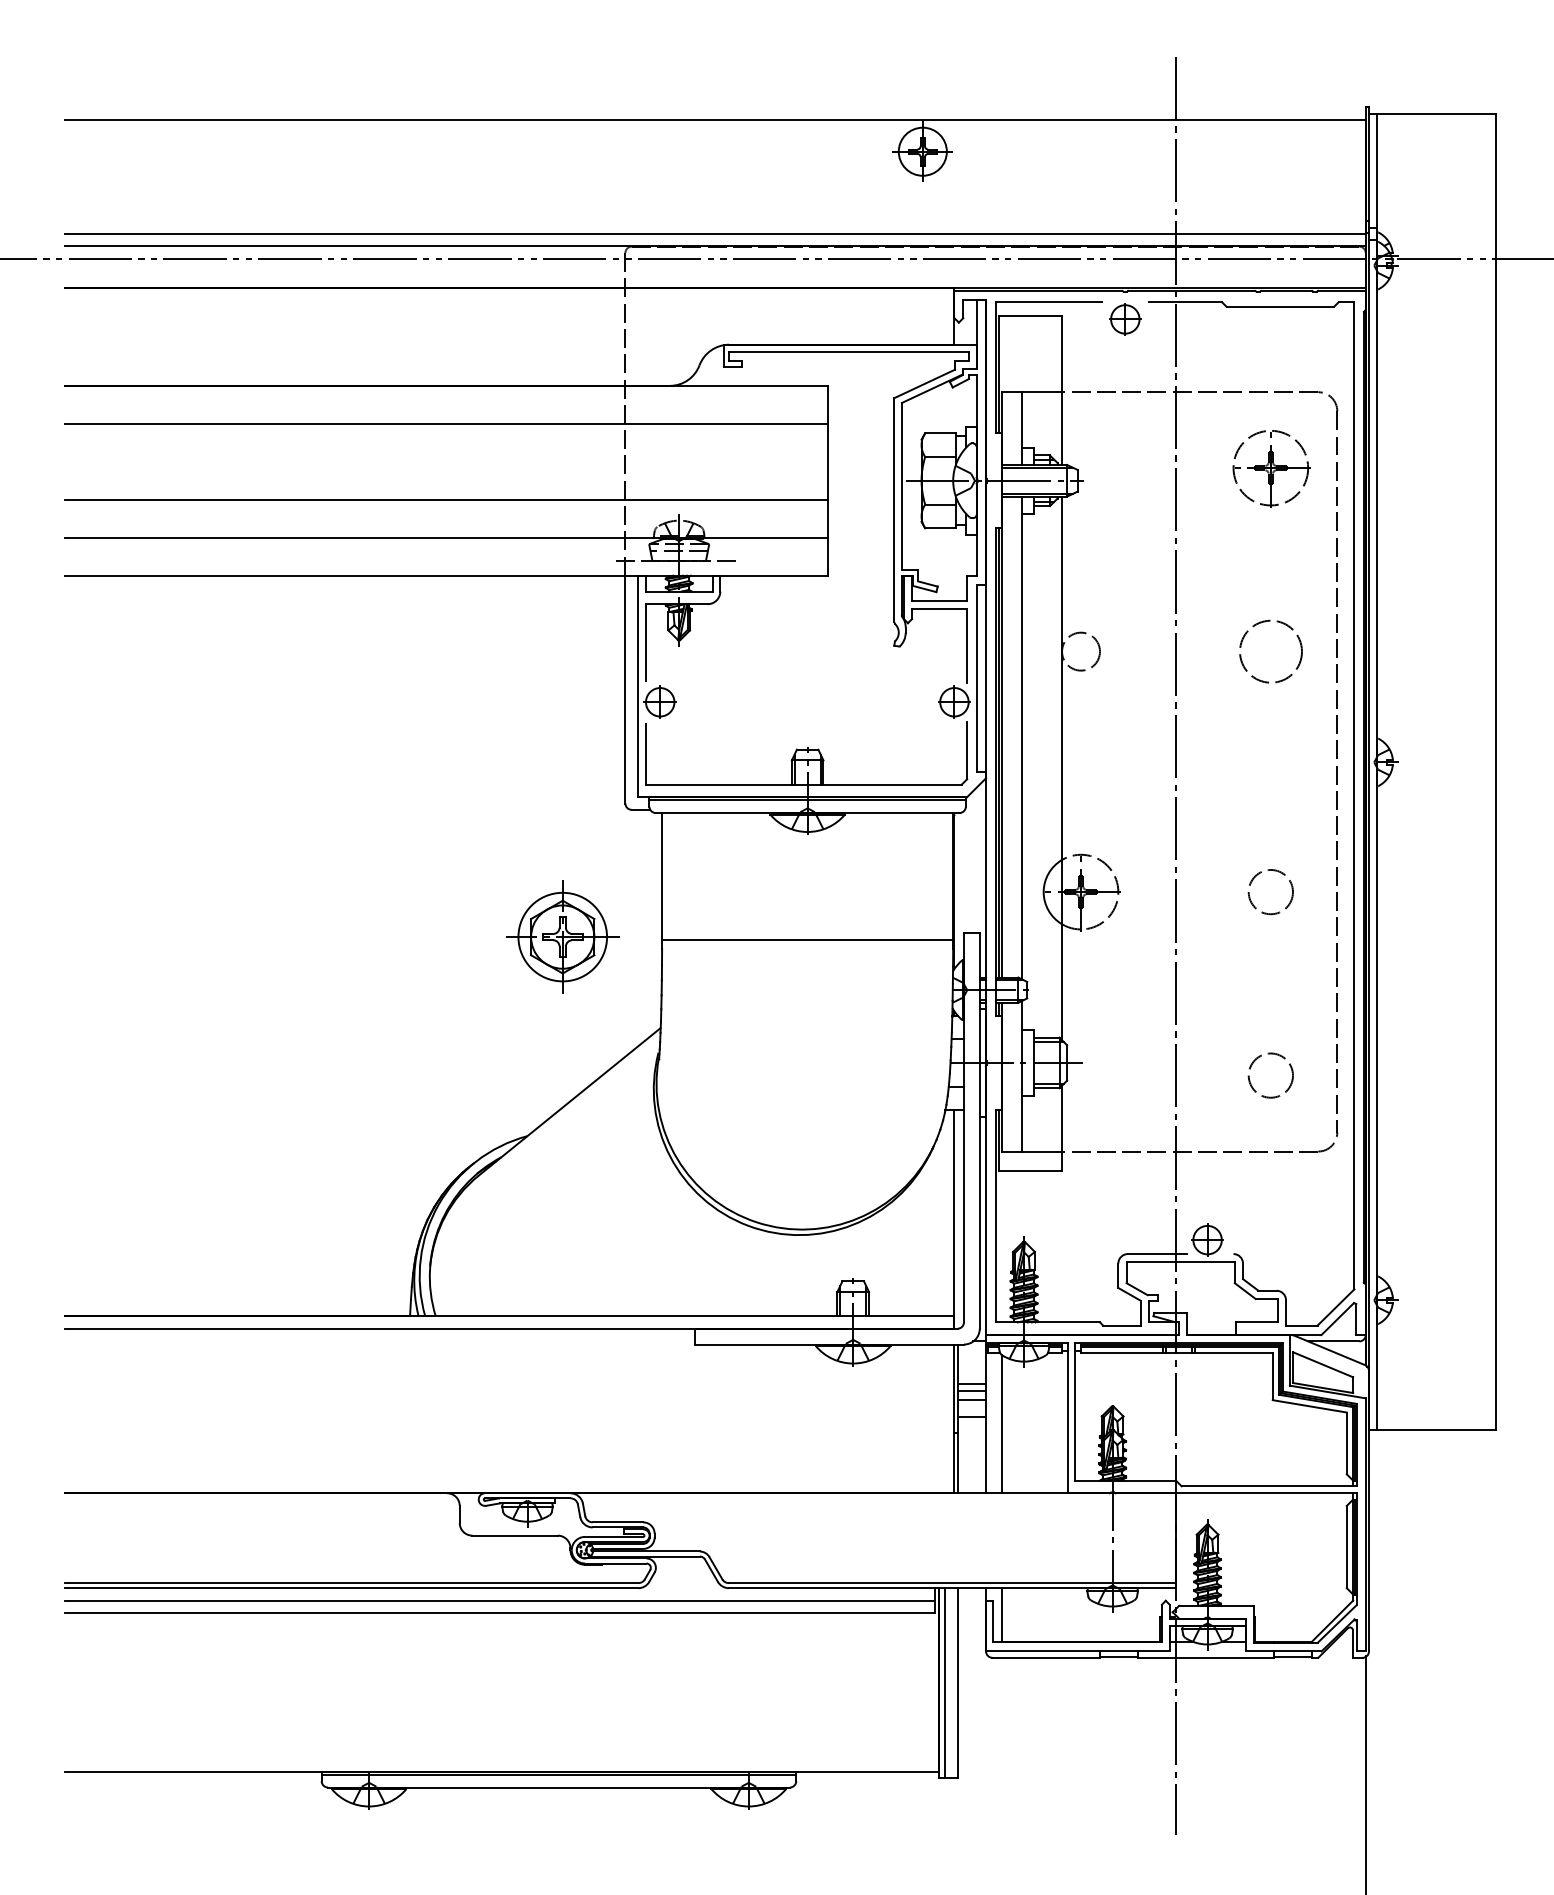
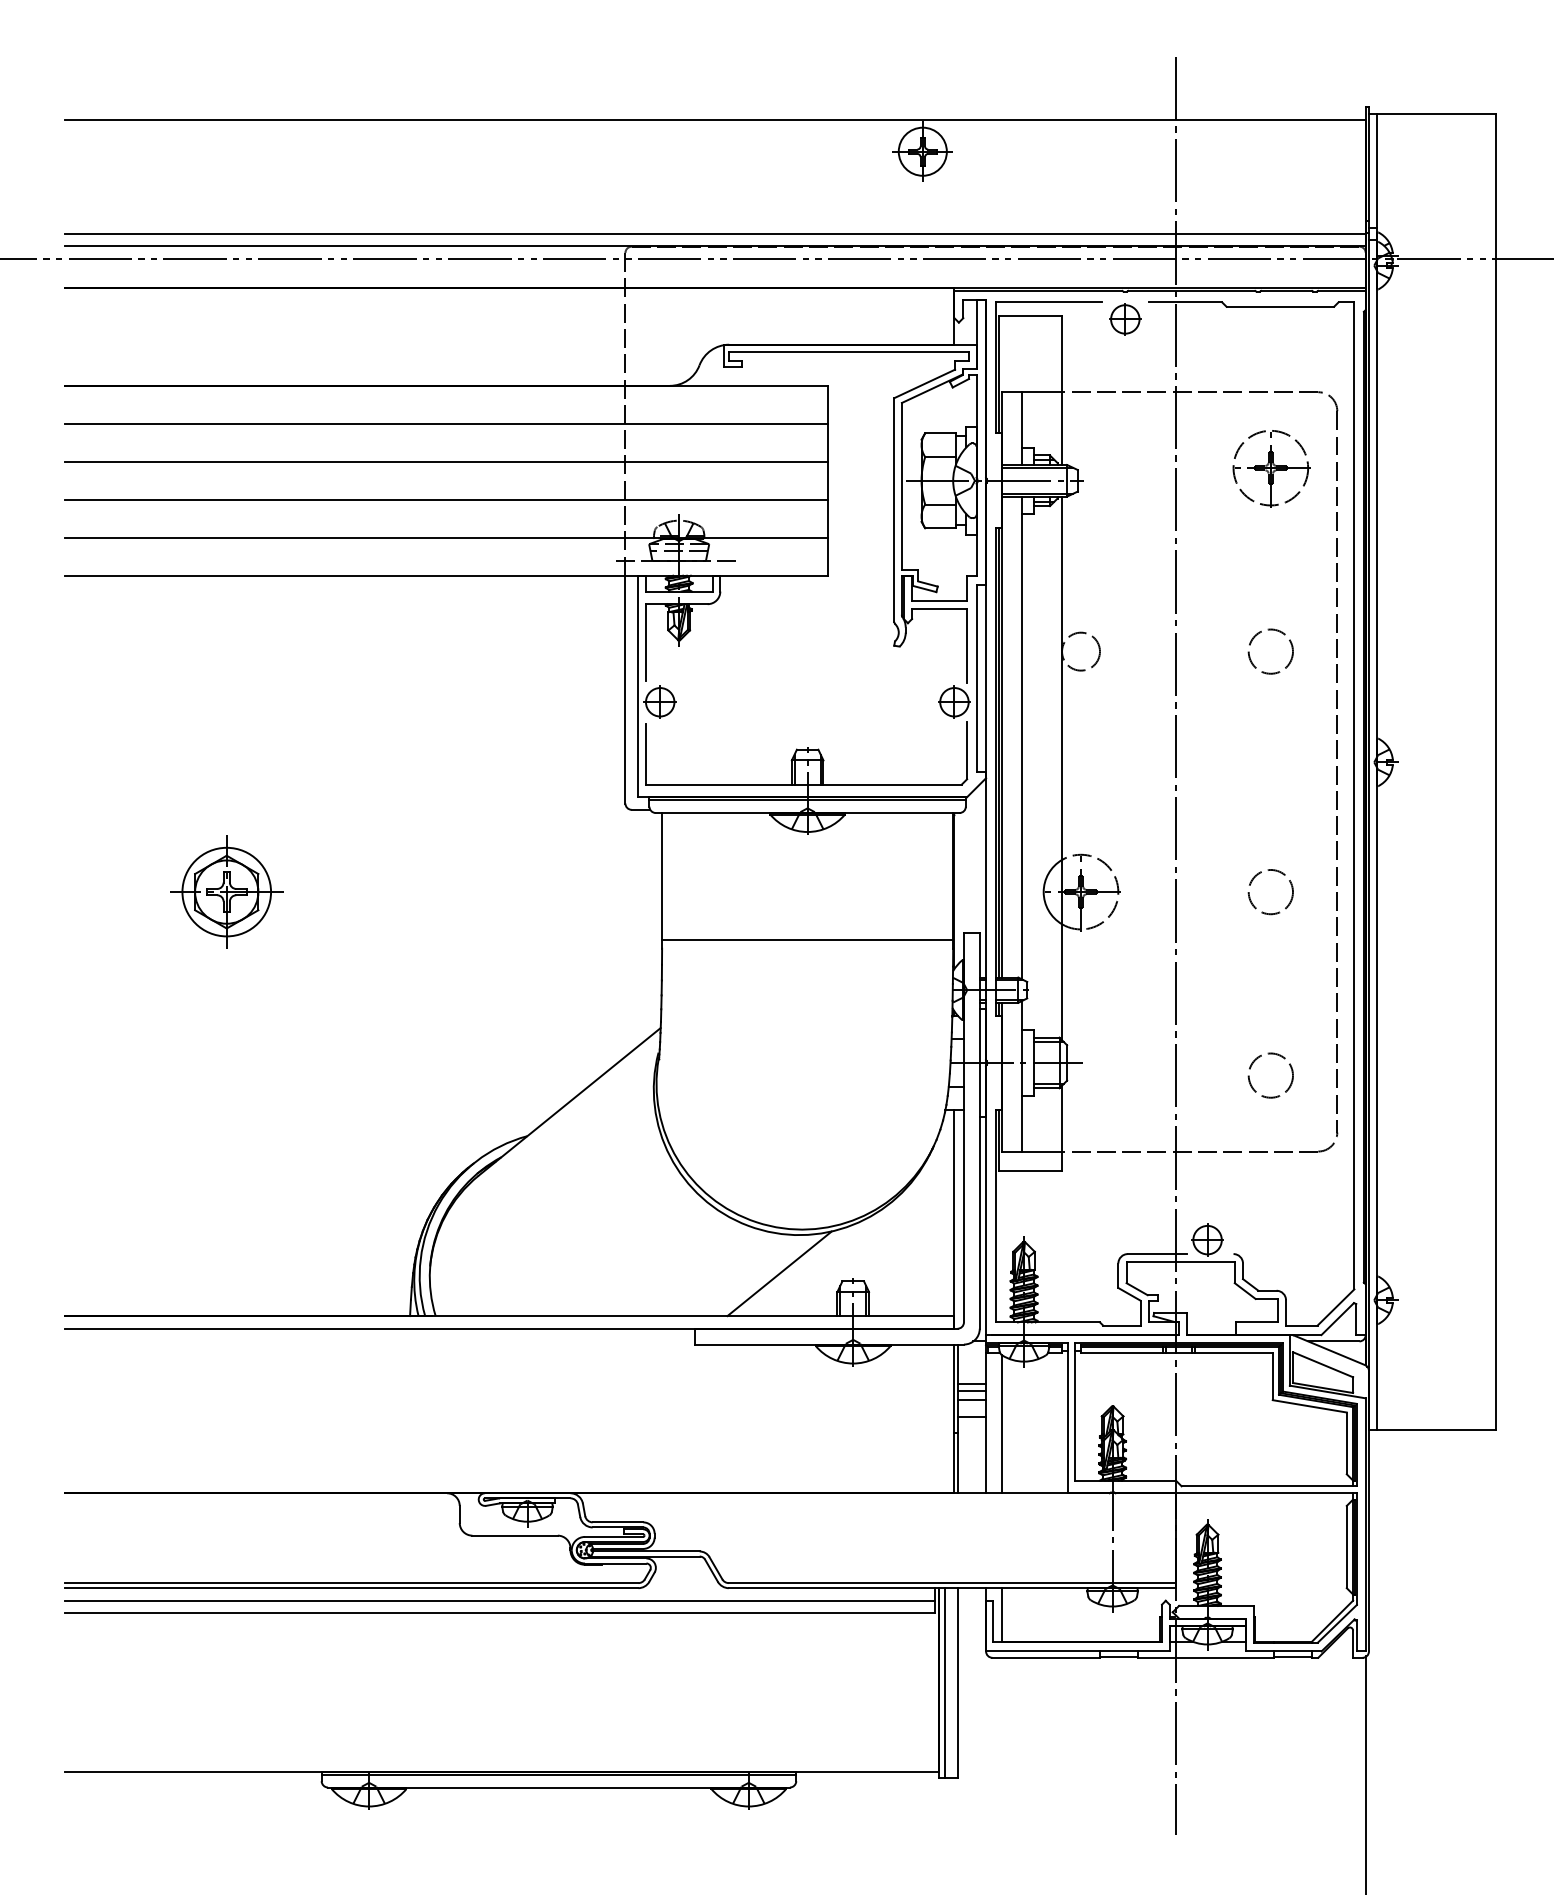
line at (446, 461): none -> present
circle at (1270, 651) size: 64x65 px -> 47x47 px
part at (562, 936) position: (562, 936) -> (226, 891)
line at (779, 1273): none -> present
